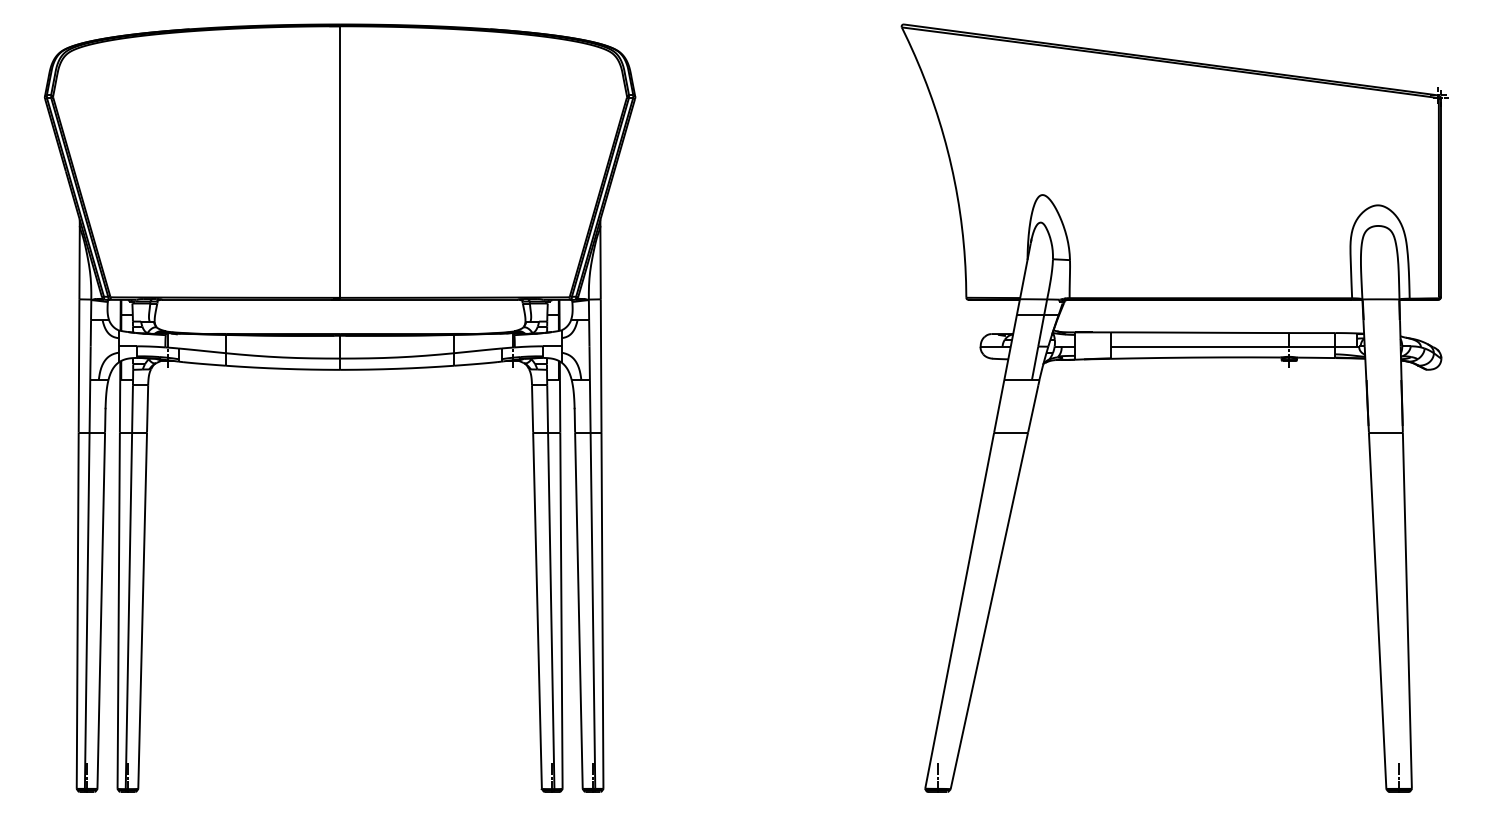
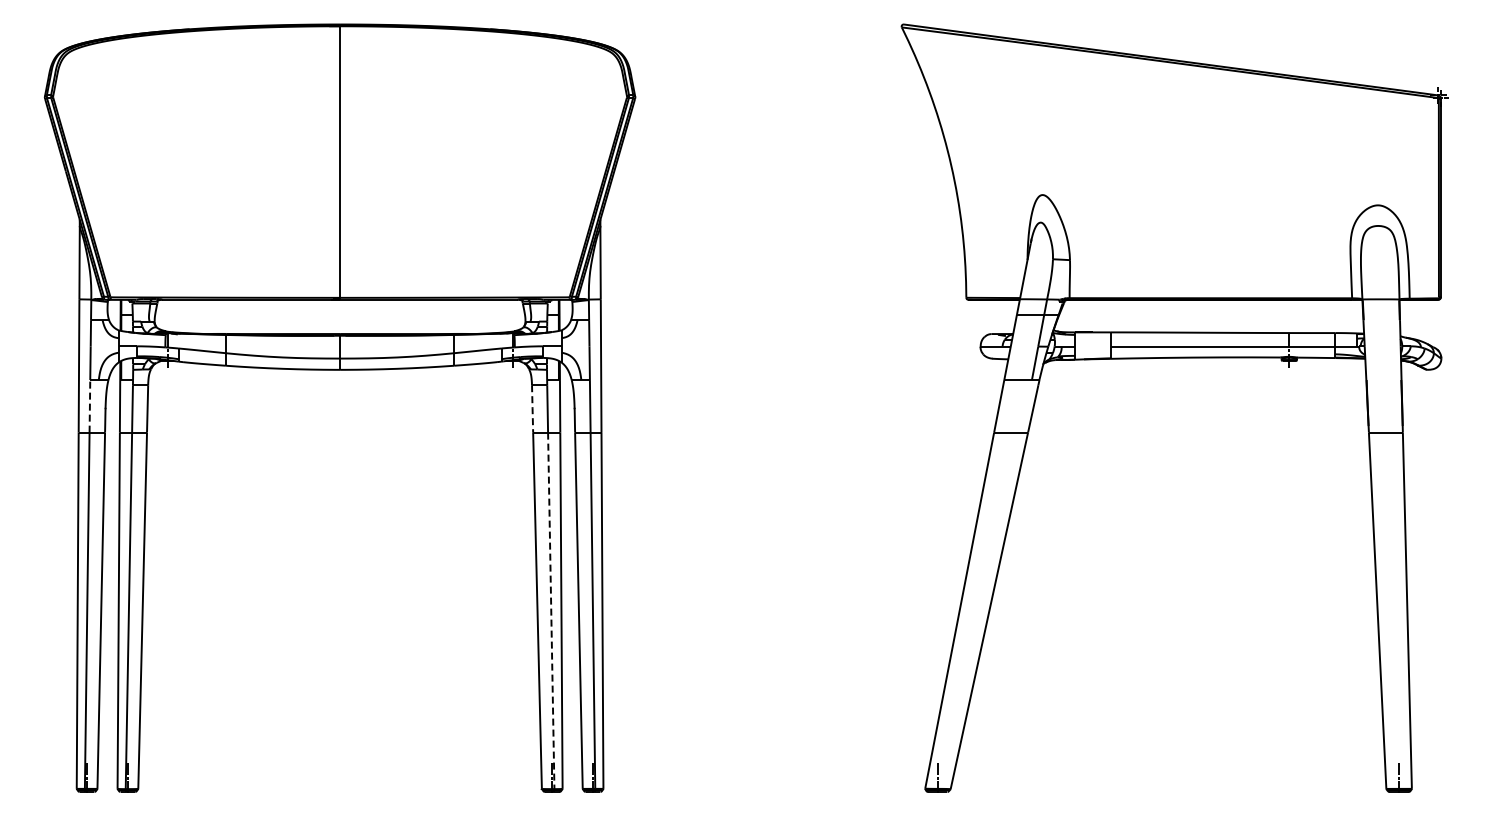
line at (89, 405): solid -> dashed
line at (532, 408): solid -> dashed
line at (551, 611): solid -> dashed
